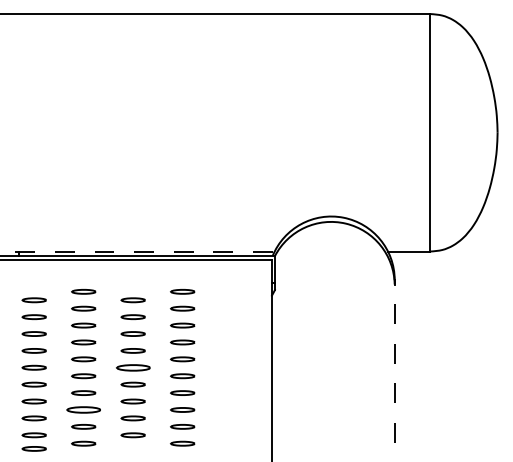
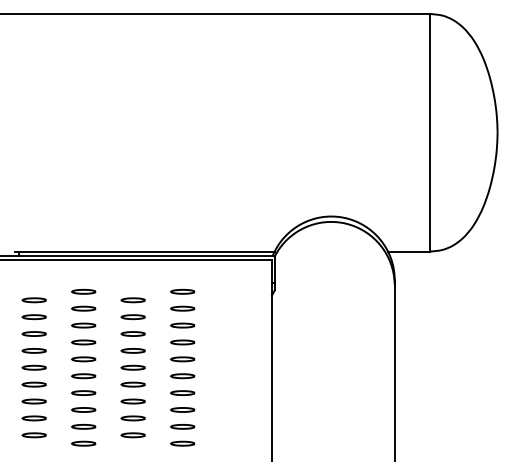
line at (145, 251): dashed -> solid
part at (133, 367) size: 35x8 px -> 26x7 px
line at (394, 372): dashed -> solid
part at (83, 409) size: 35x8 px -> 26x6 px
part at (33, 448): present -> none
